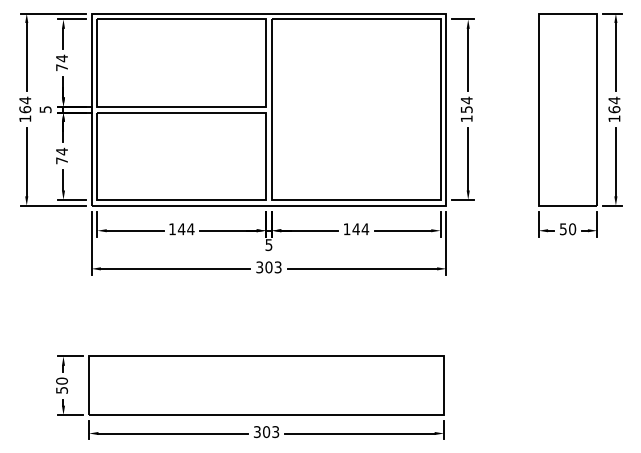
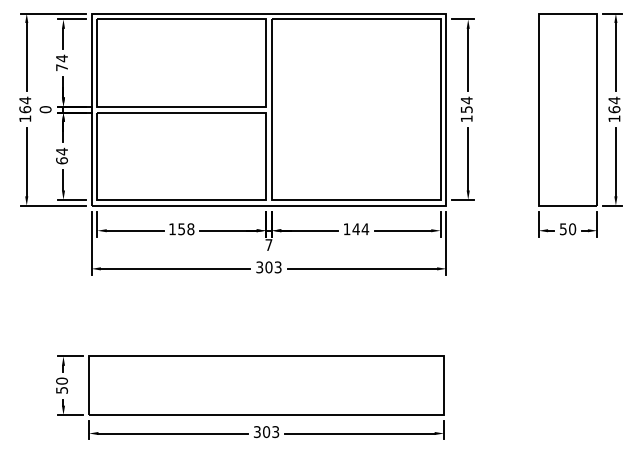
text at (45, 109): 5 -> 0
text at (61, 160): 74 -> 64
text at (185, 229): 144 -> 158
text at (268, 245): 5 -> 7
